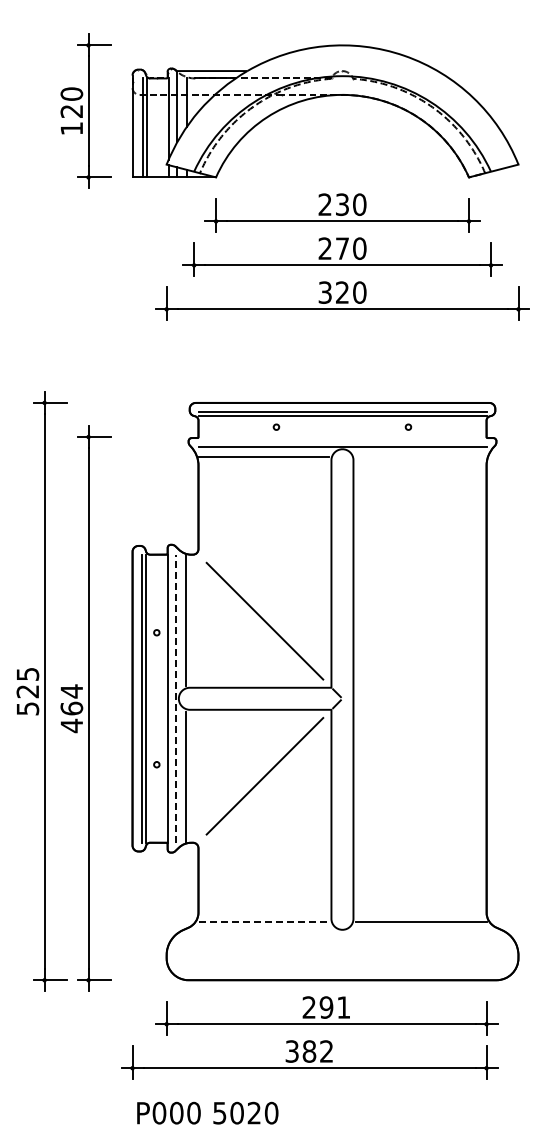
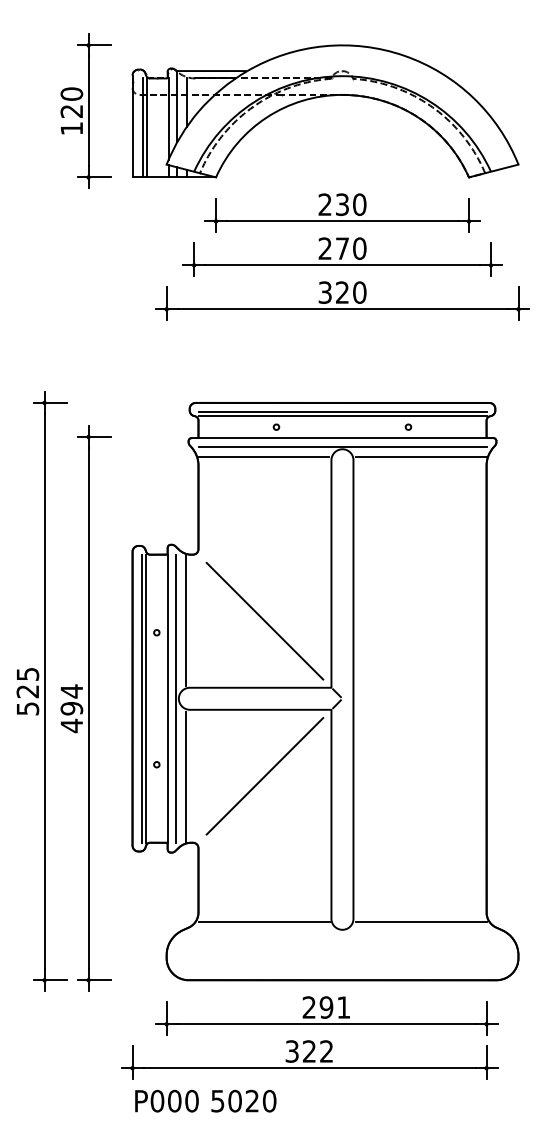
line at (342, 438): none -> present
line at (420, 456): none -> present
line at (176, 698): dashed -> solid
text at (71, 708): 464 -> 494
line at (264, 922): dashed -> solid
text at (309, 1051): 382 -> 322
text at (207, 1112) position: (207, 1112) -> (205, 1100)
